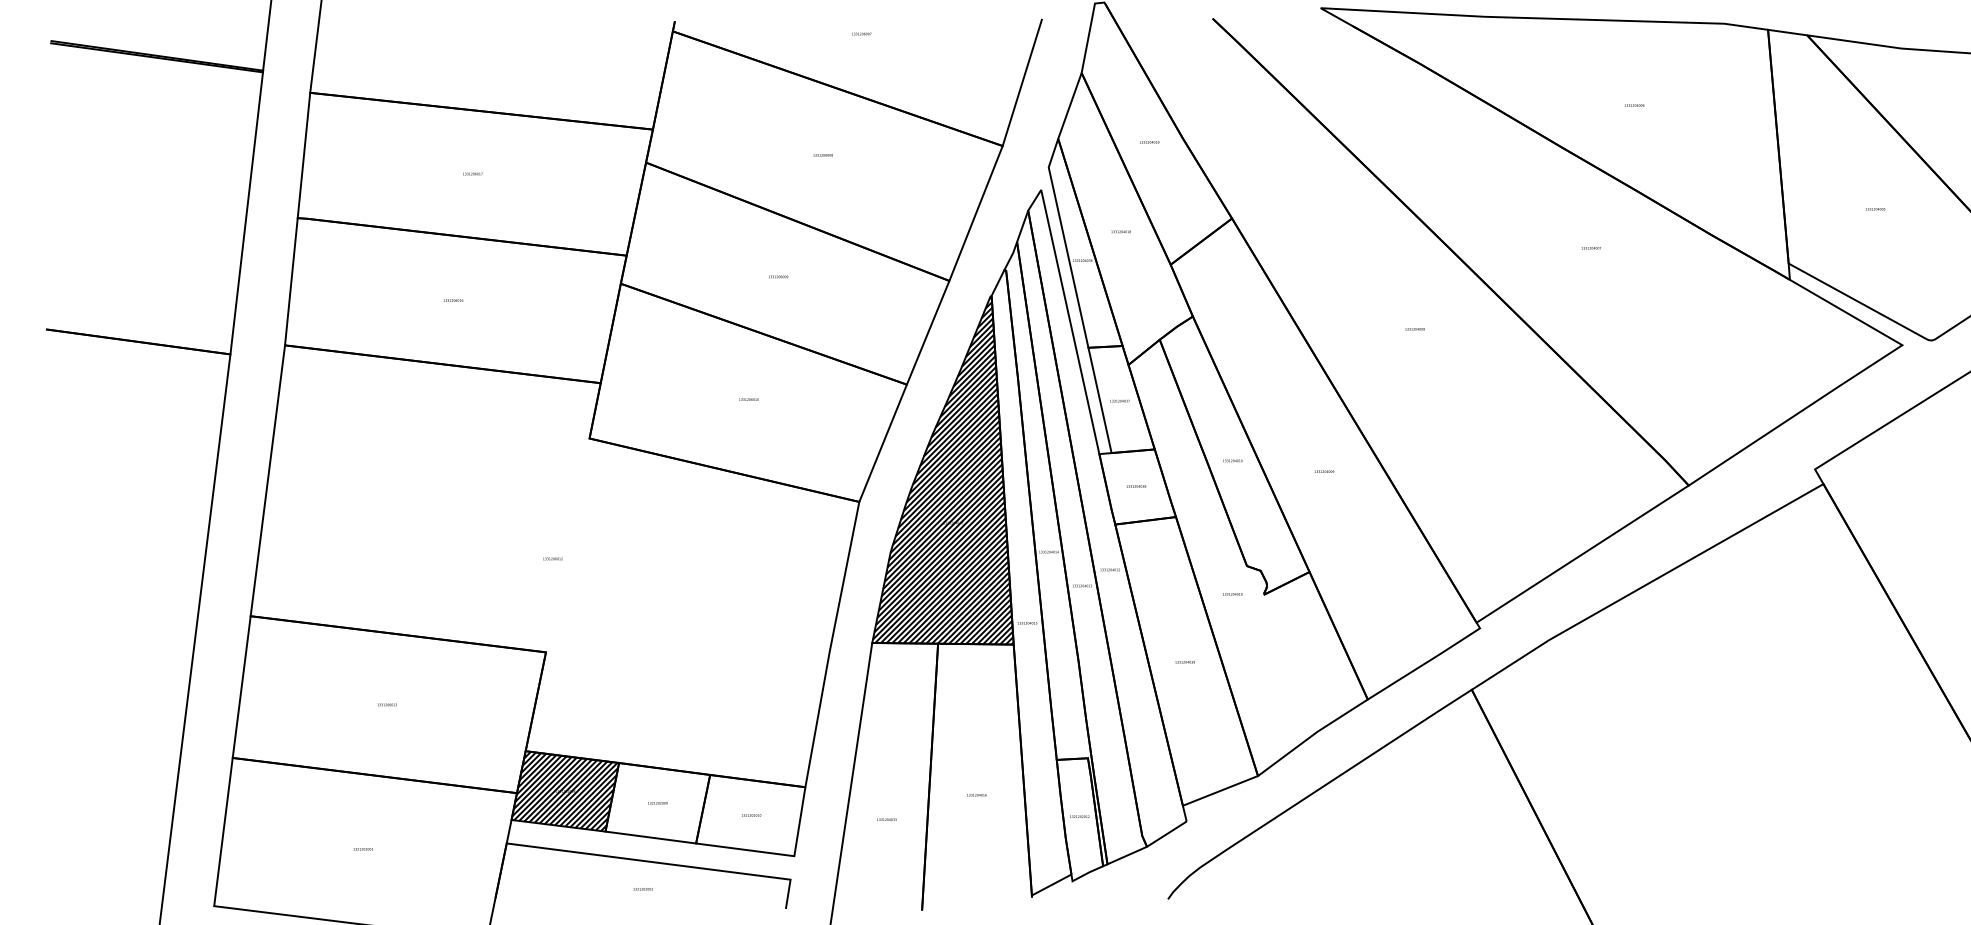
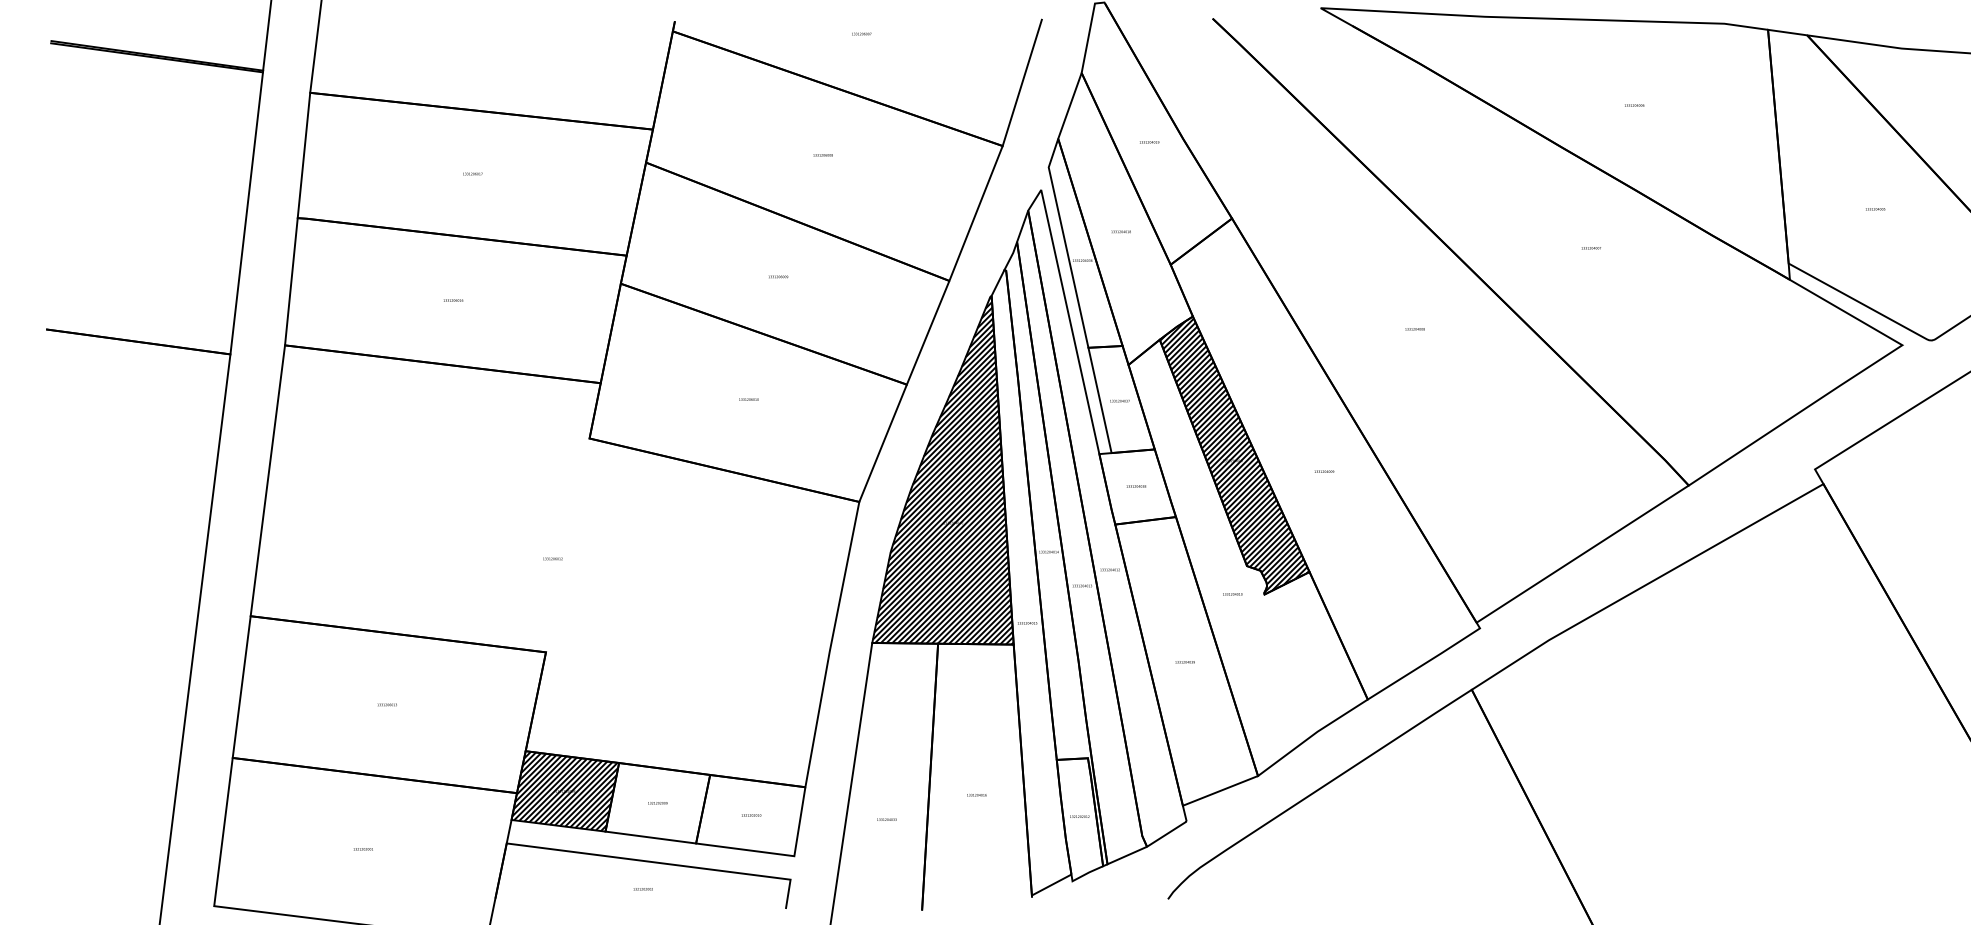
hatch at (1234, 455): none -> present
